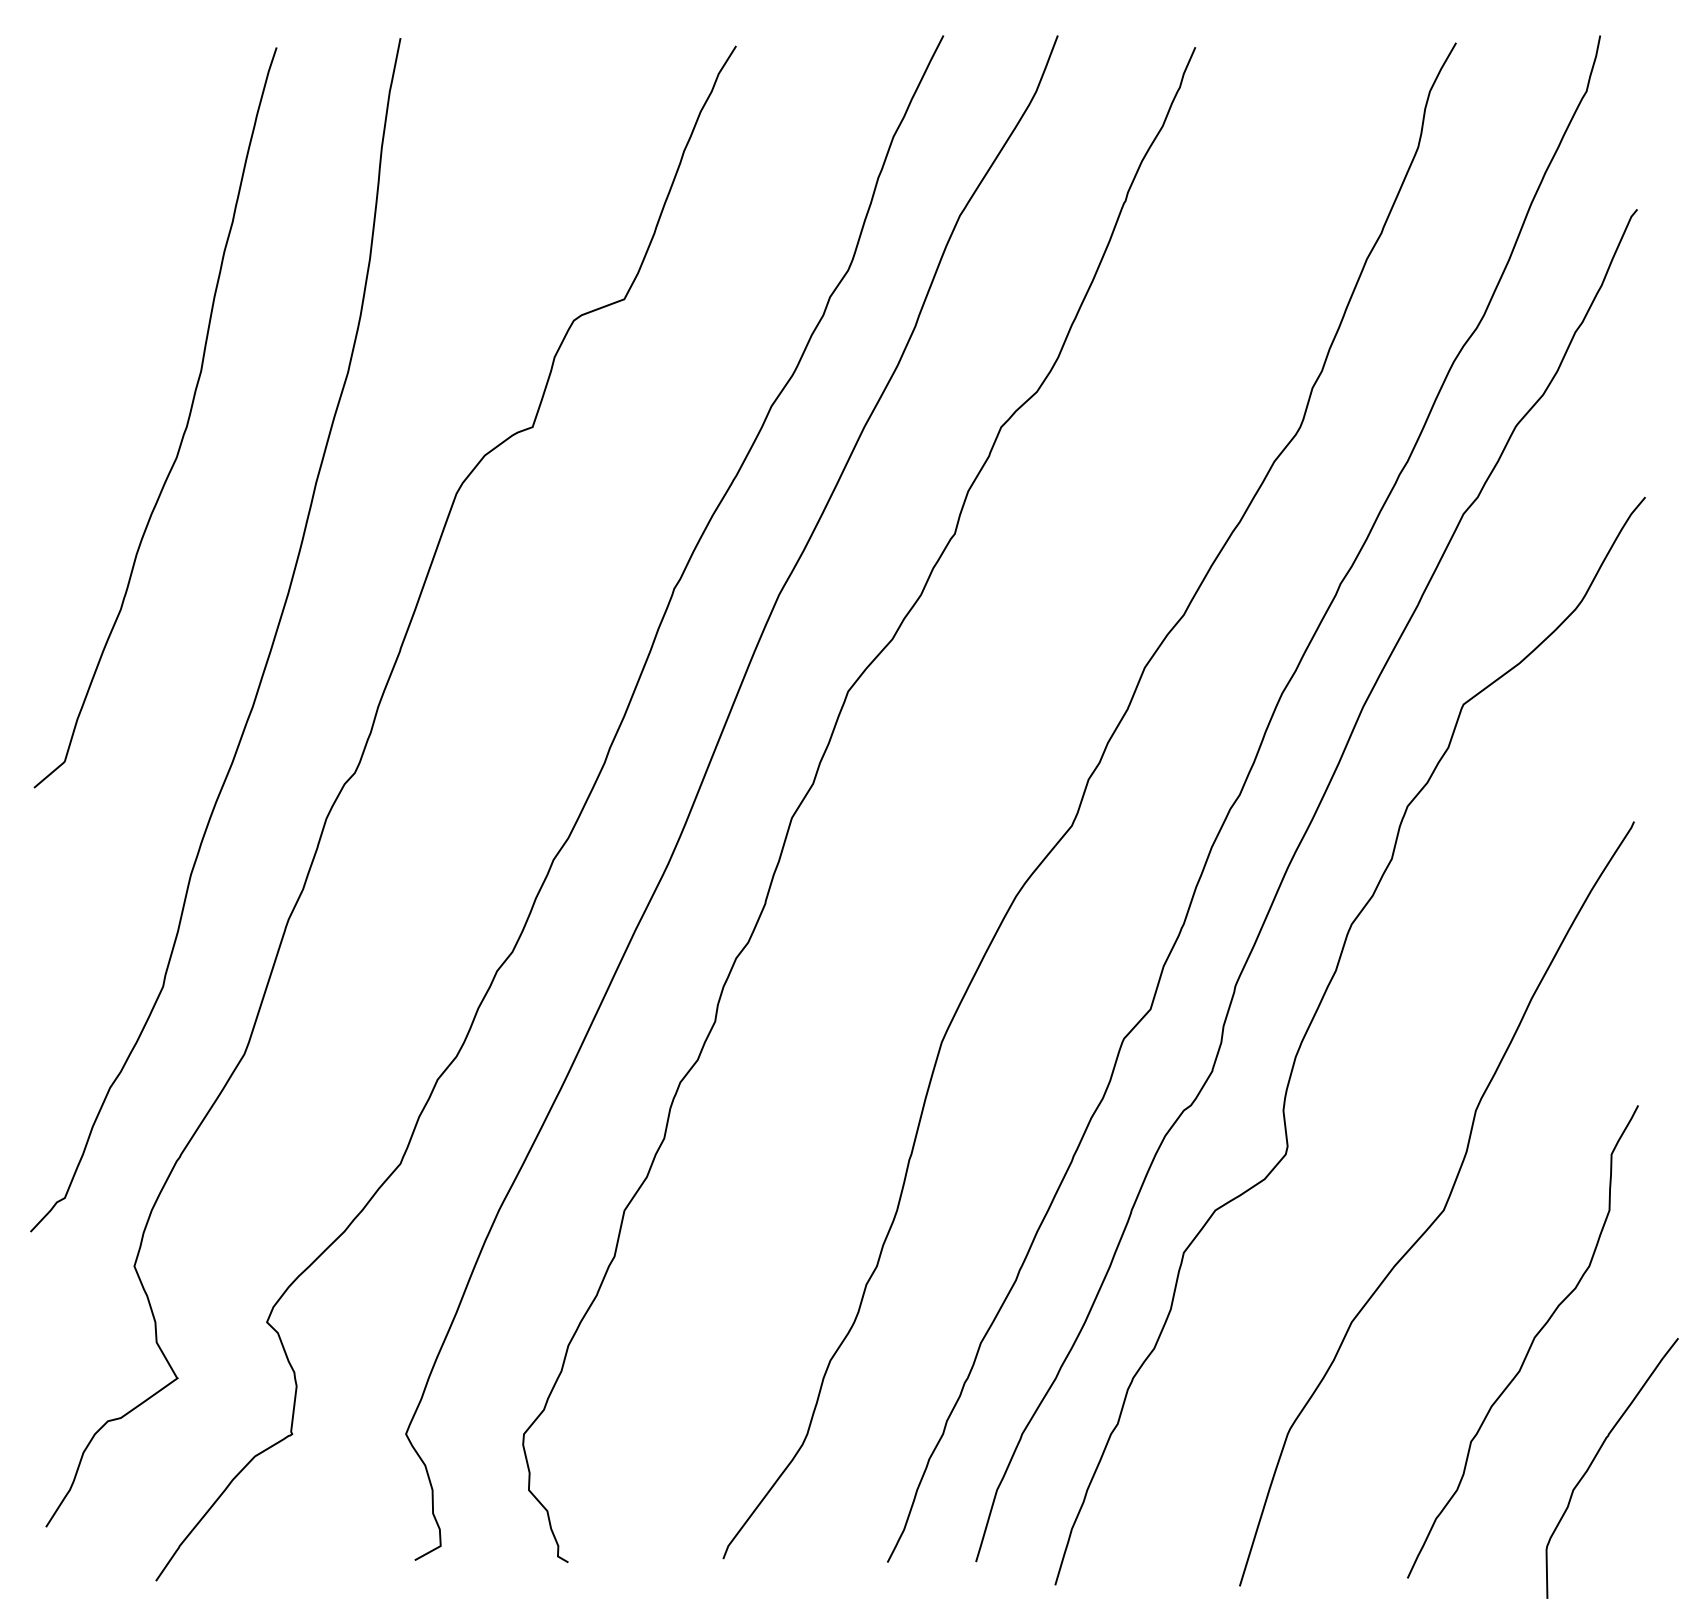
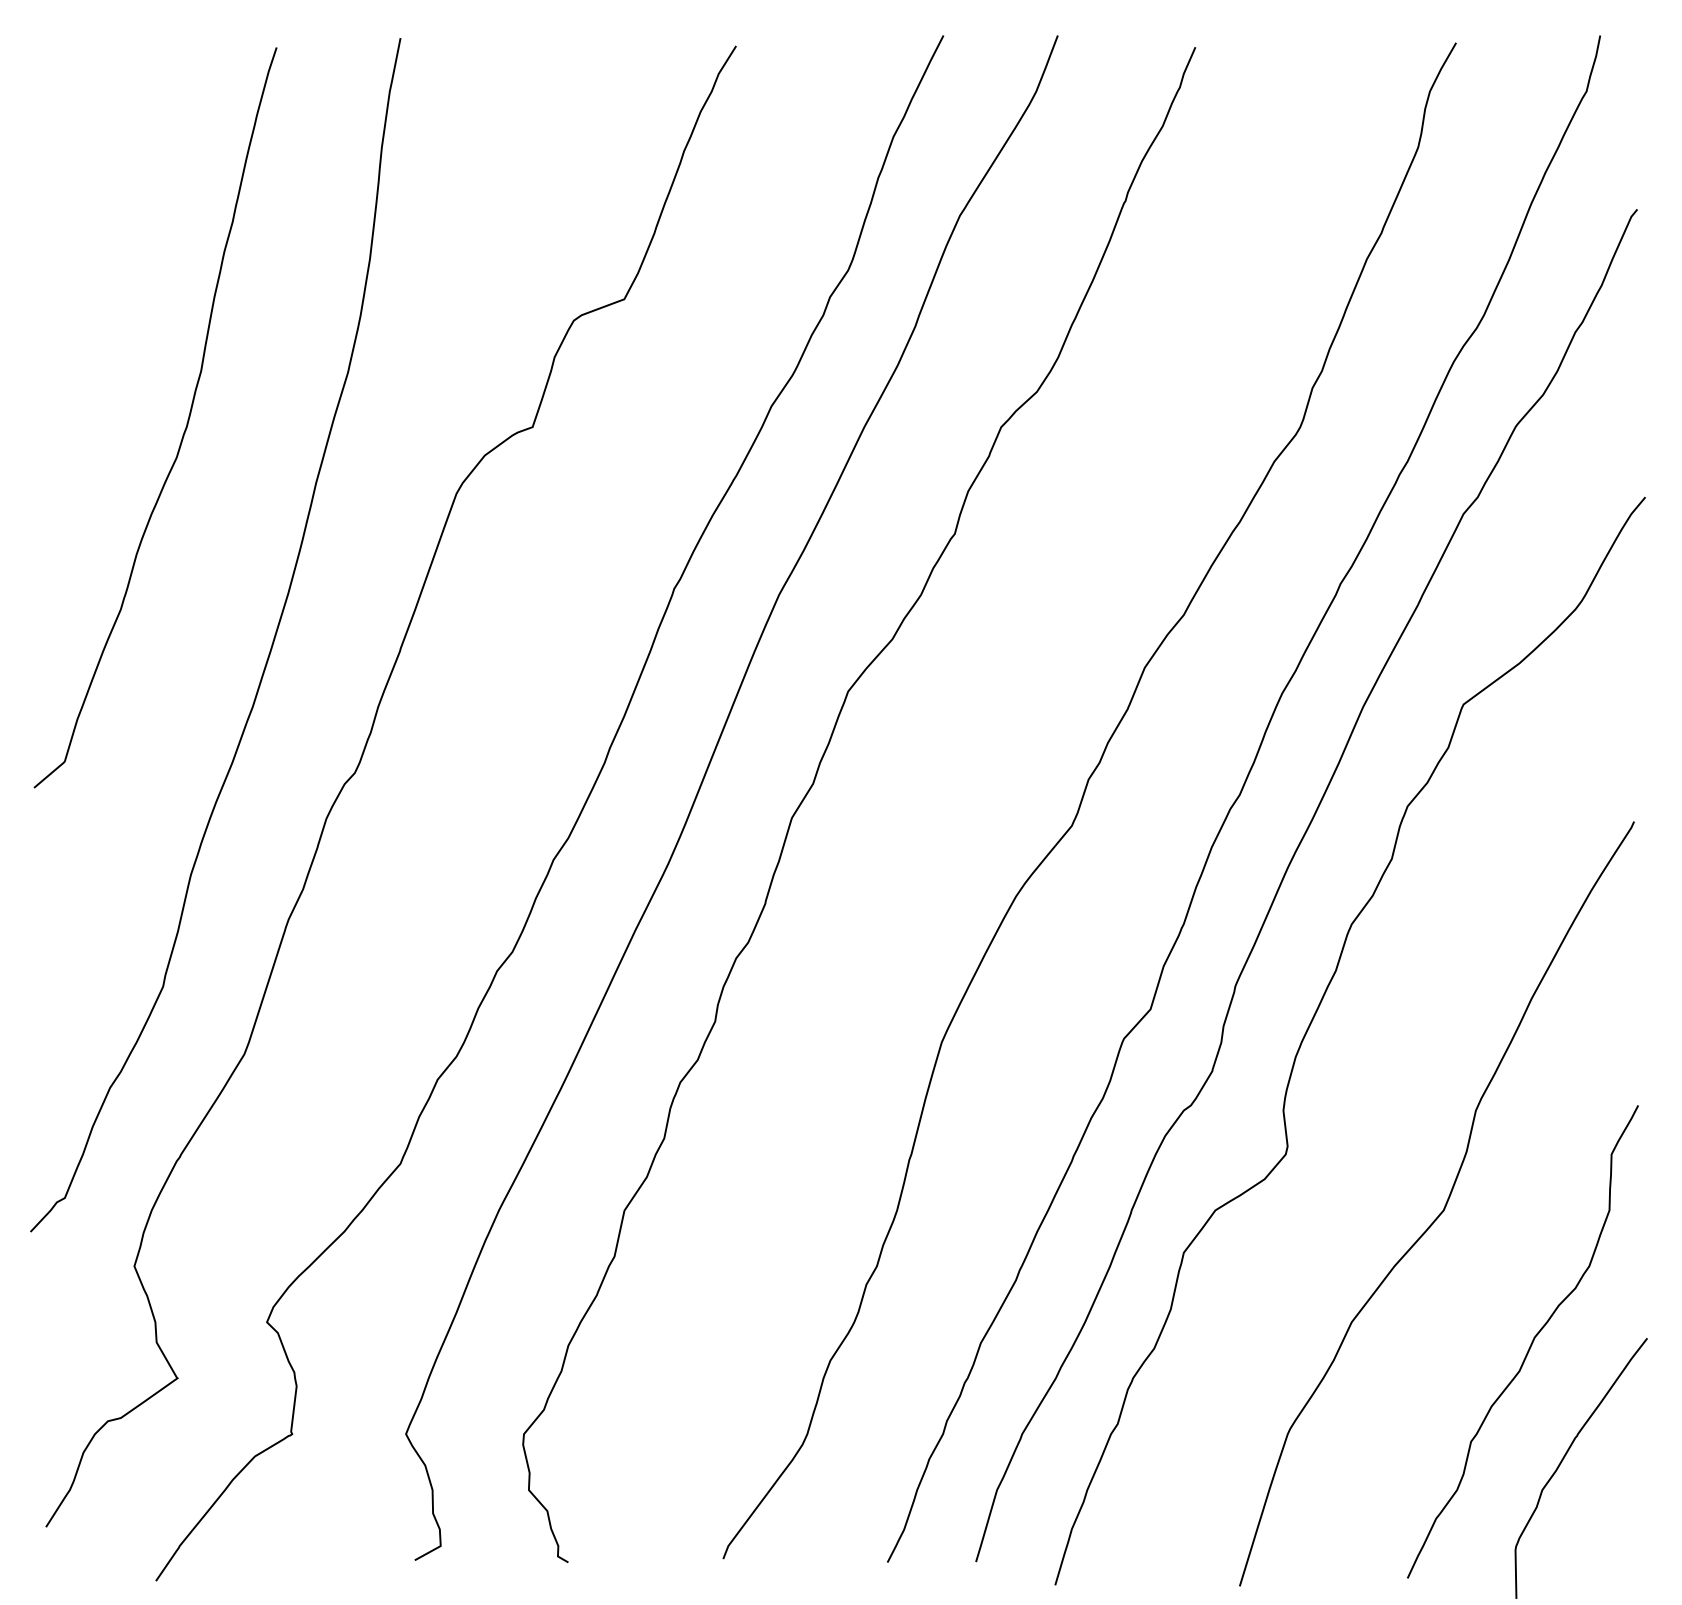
curve at (1594, 1460) position: (1594, 1460) -> (1563, 1460)
